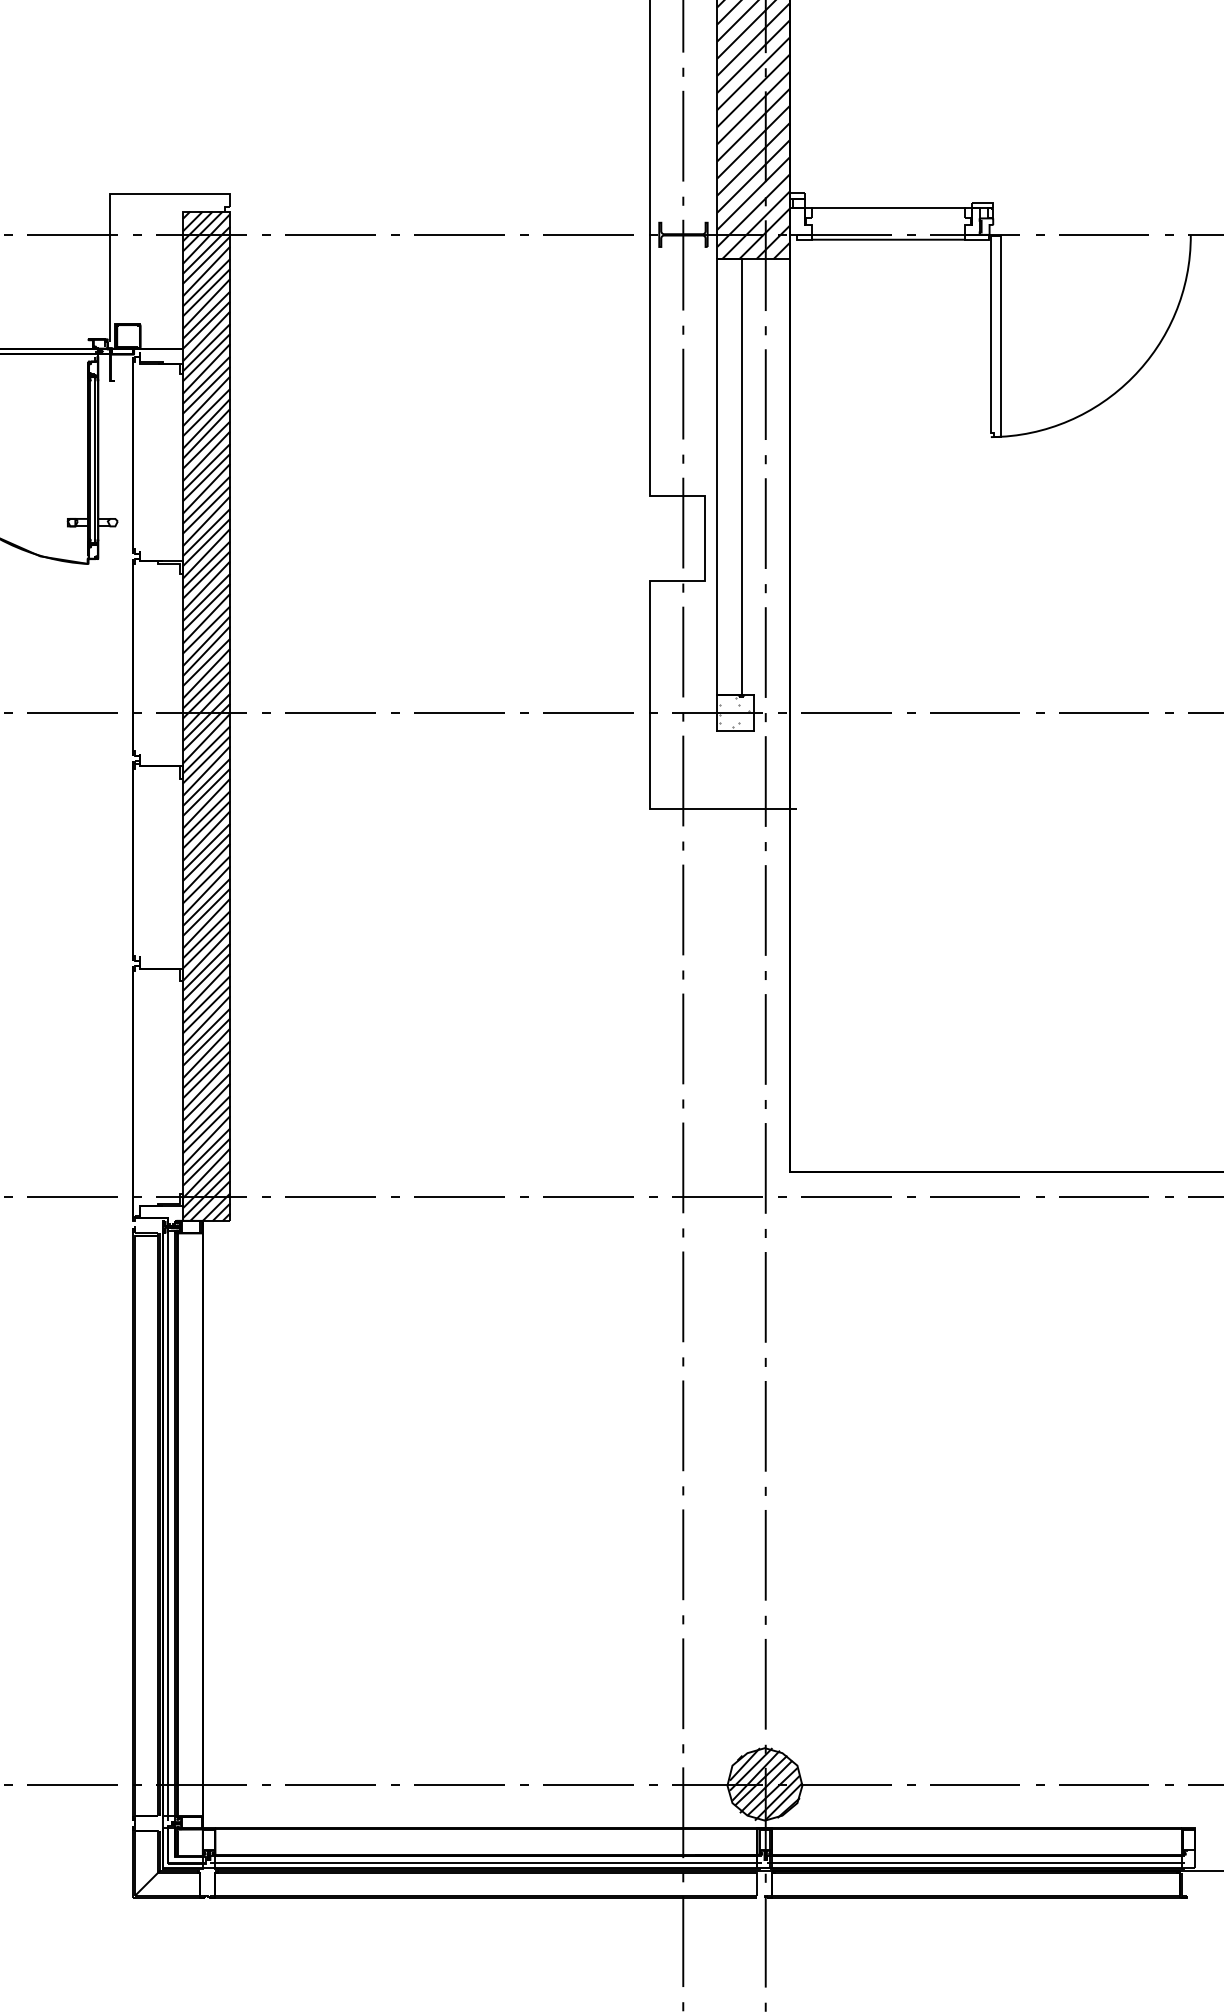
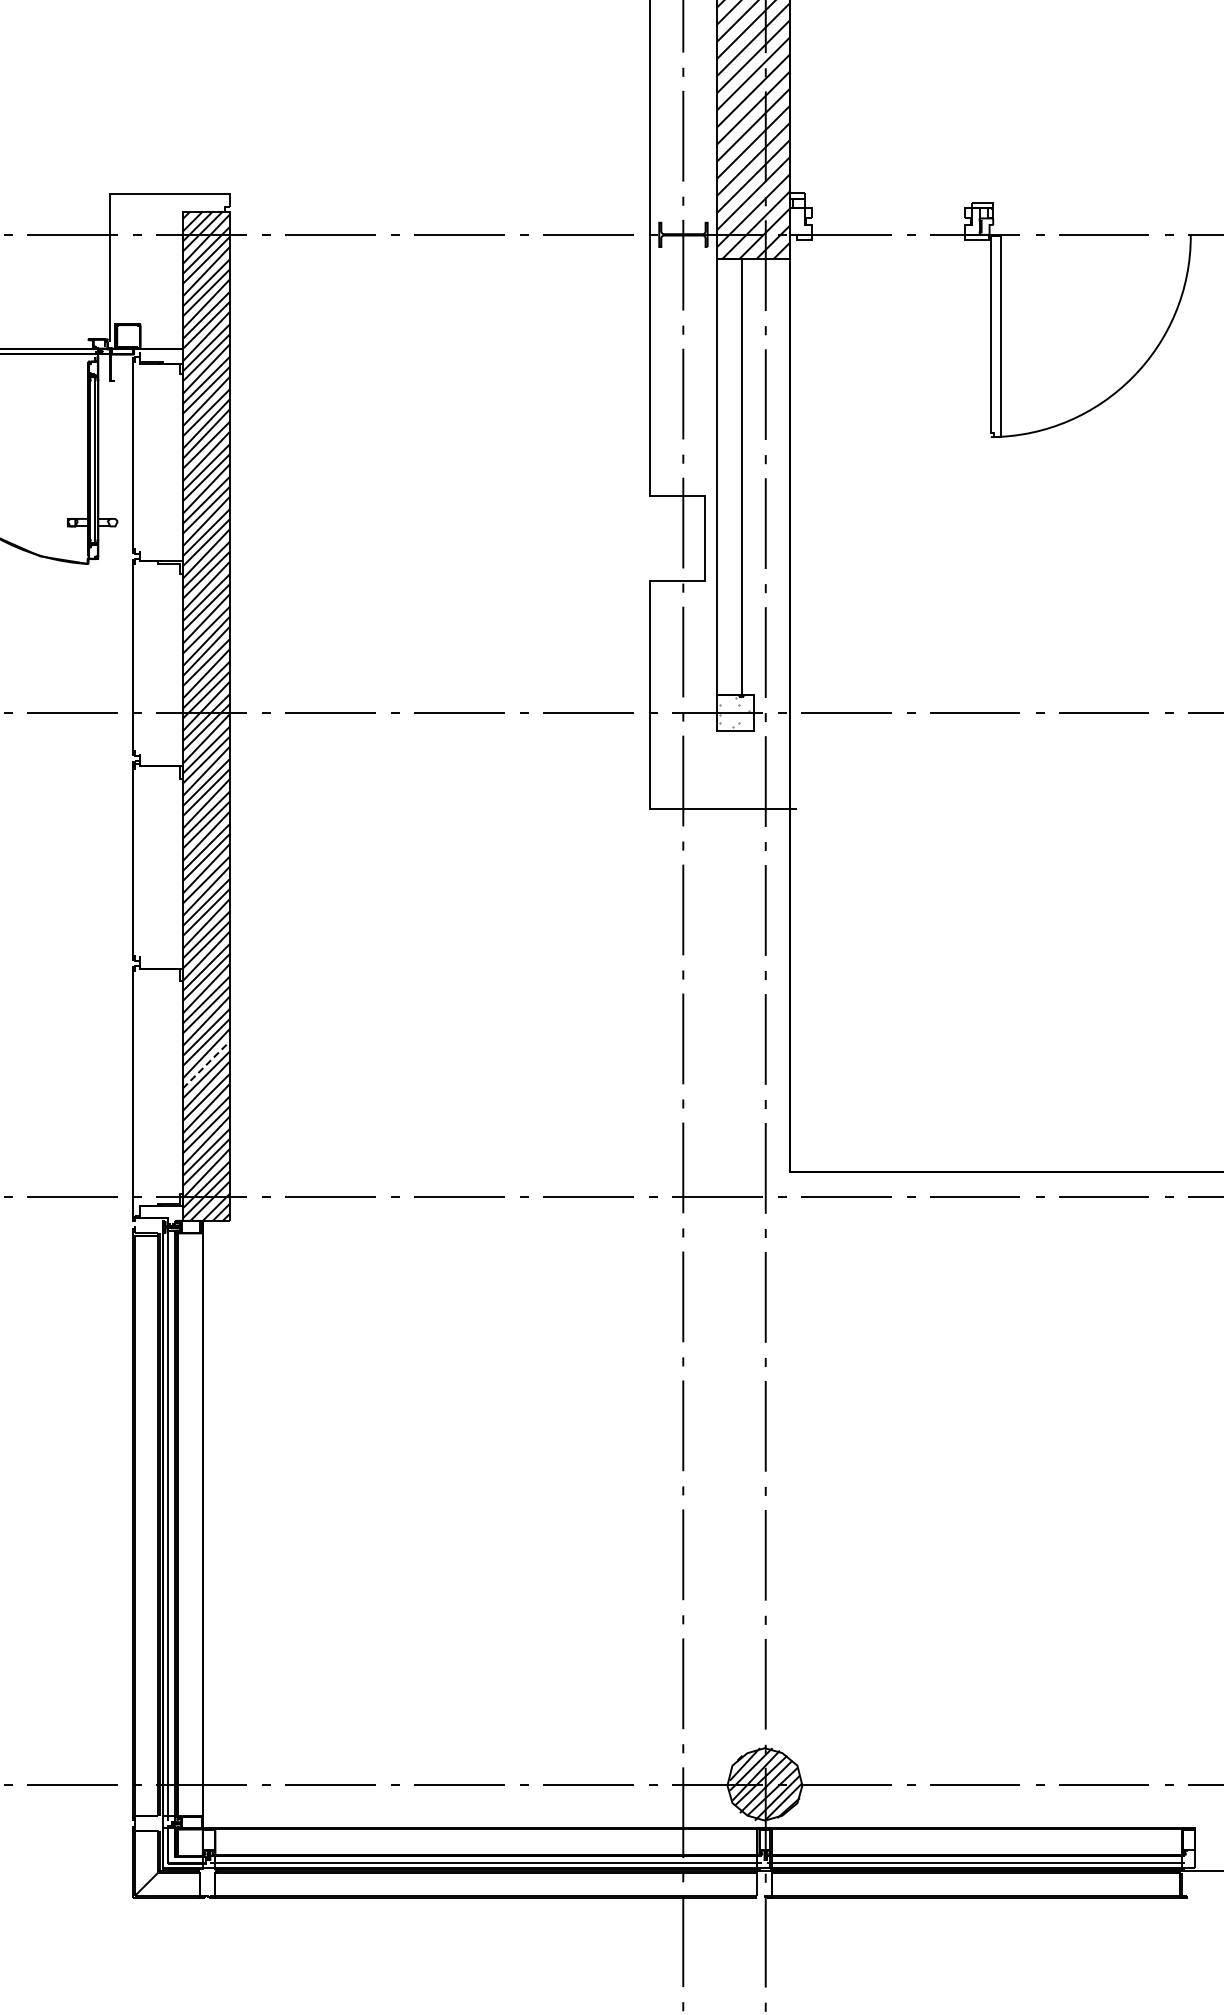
line at (888, 208): present -> none
line at (888, 239): present -> none
line at (206, 1064): solid -> dashed
